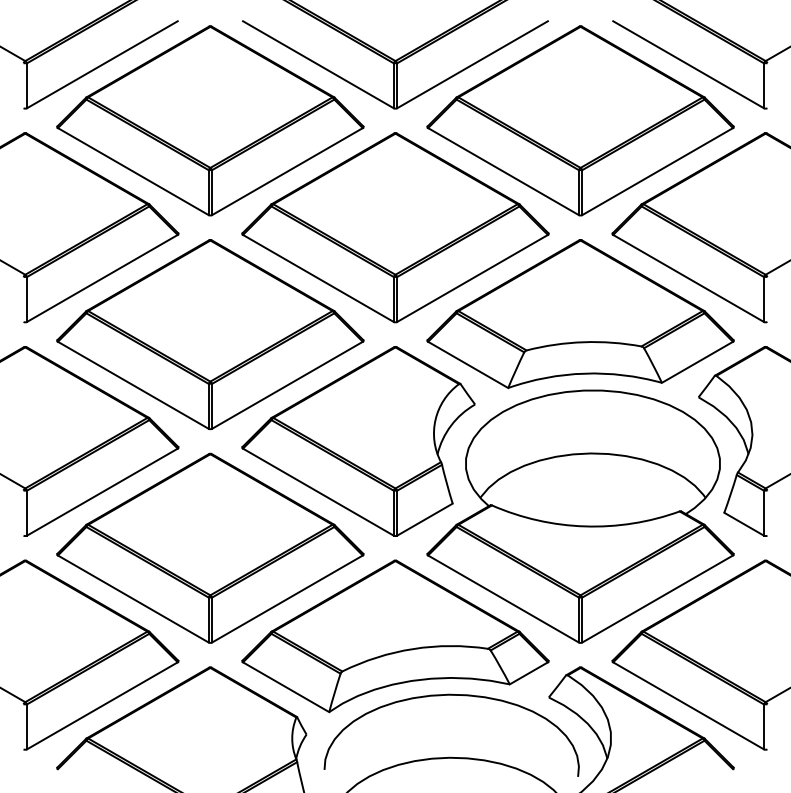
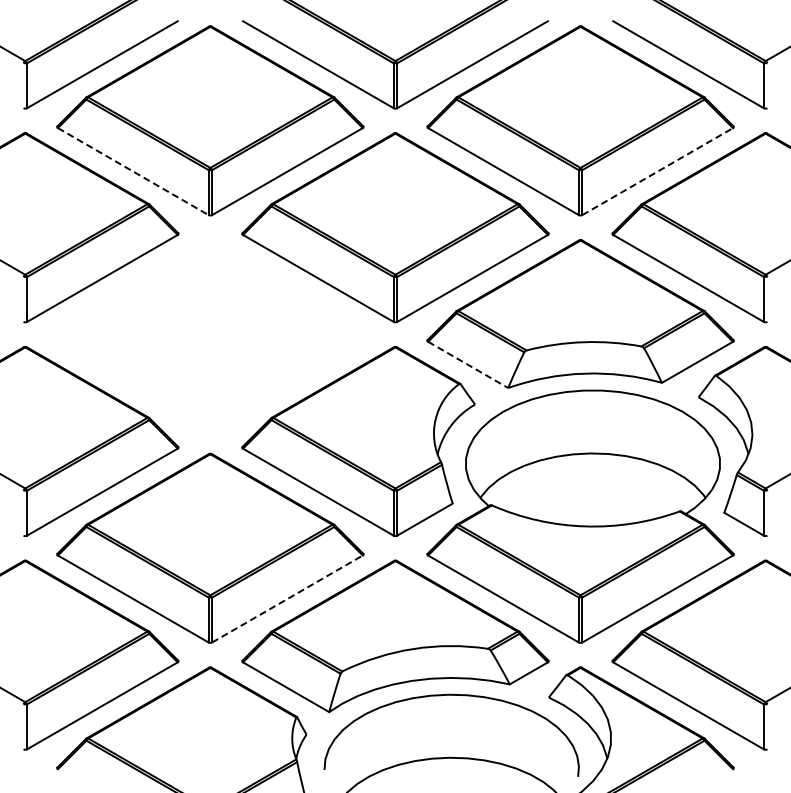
line at (133, 171): solid -> dashed
line at (657, 171): solid -> dashed
part at (210, 334): present -> none
line at (468, 365): solid -> dashed
line at (287, 599): solid -> dashed
